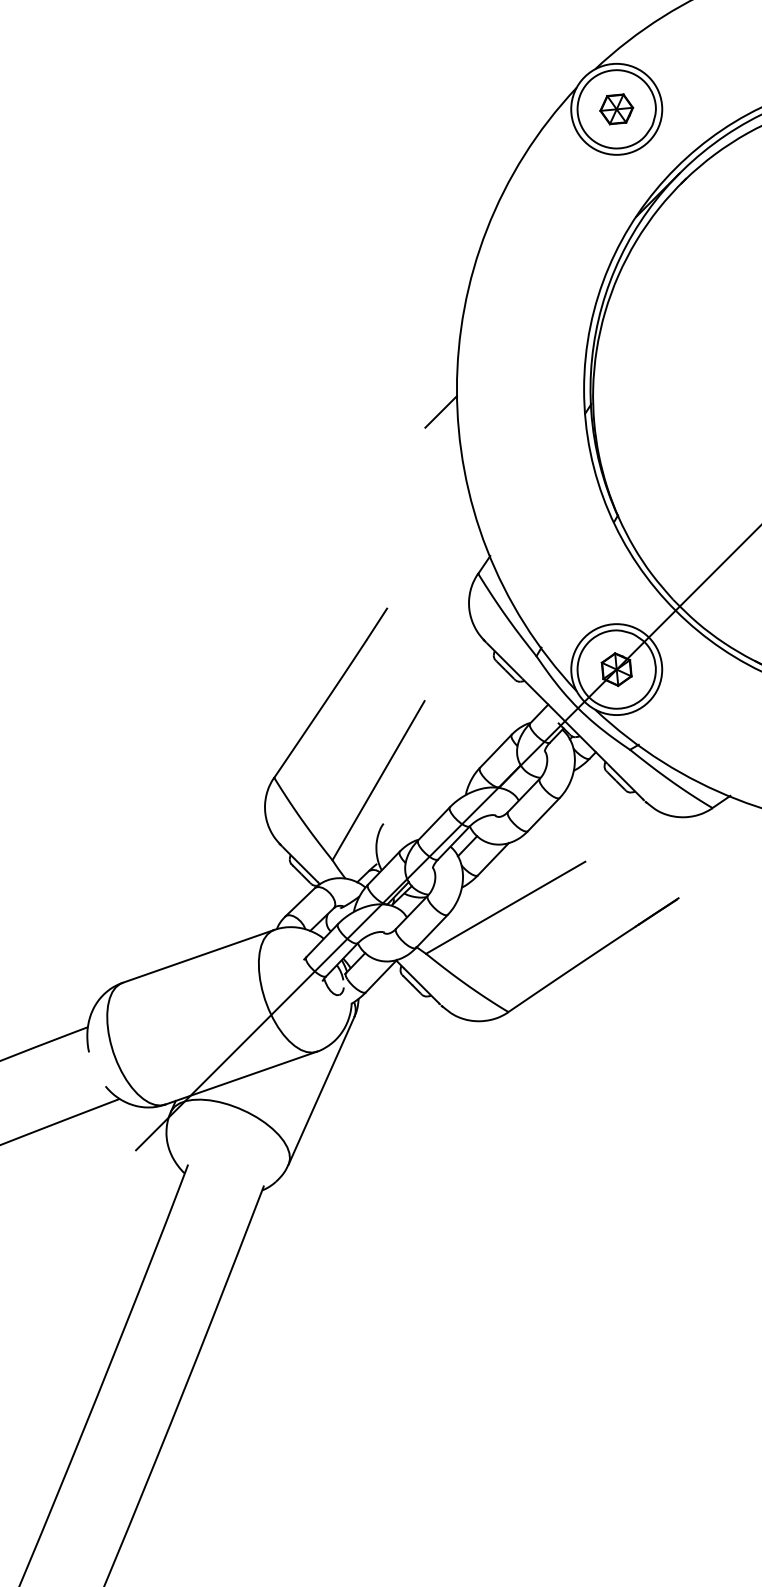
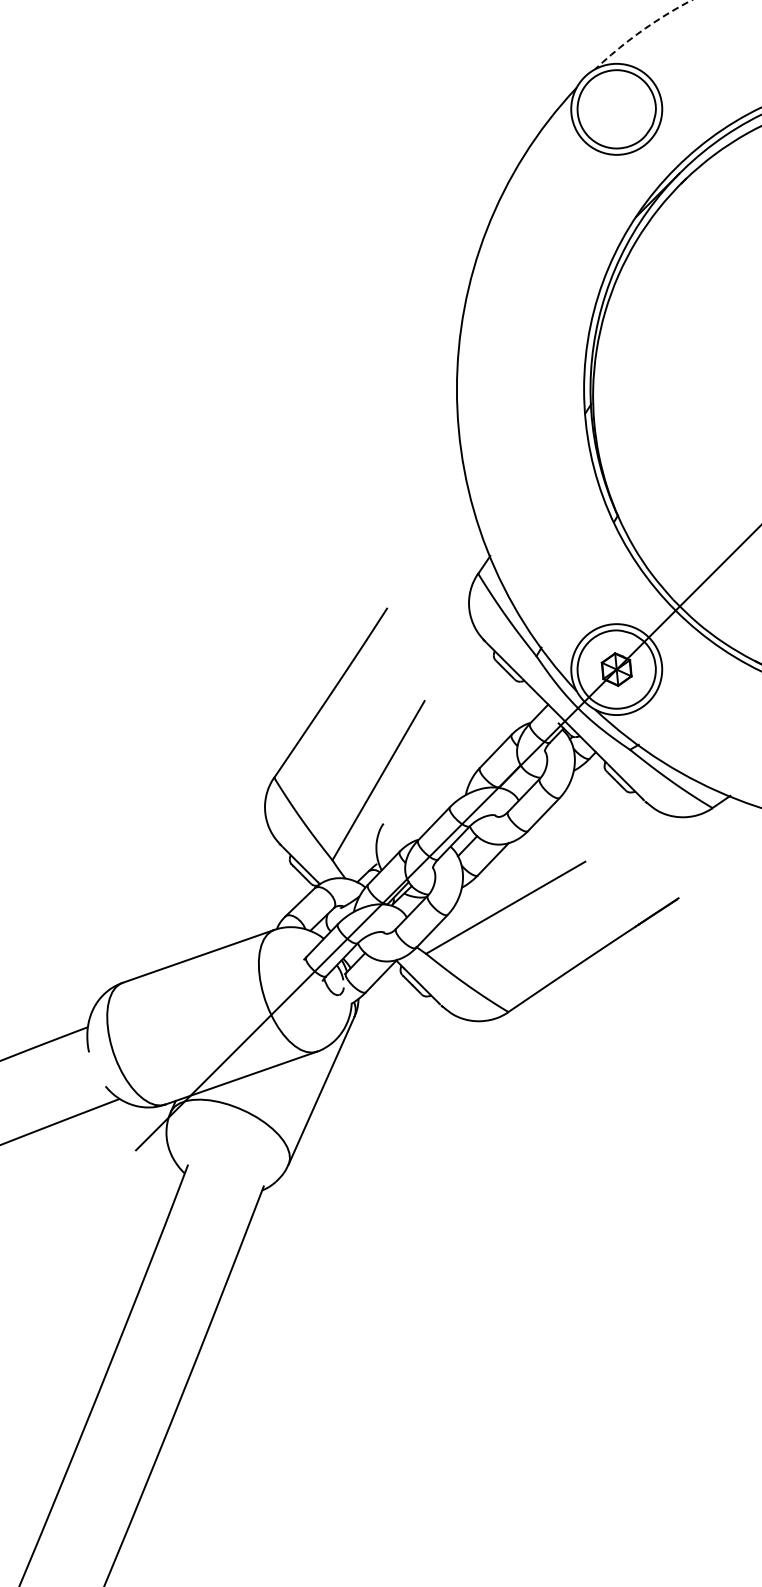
arc at (641, 31): solid -> dashed
part at (616, 109): present -> none
line at (440, 411): present -> none
